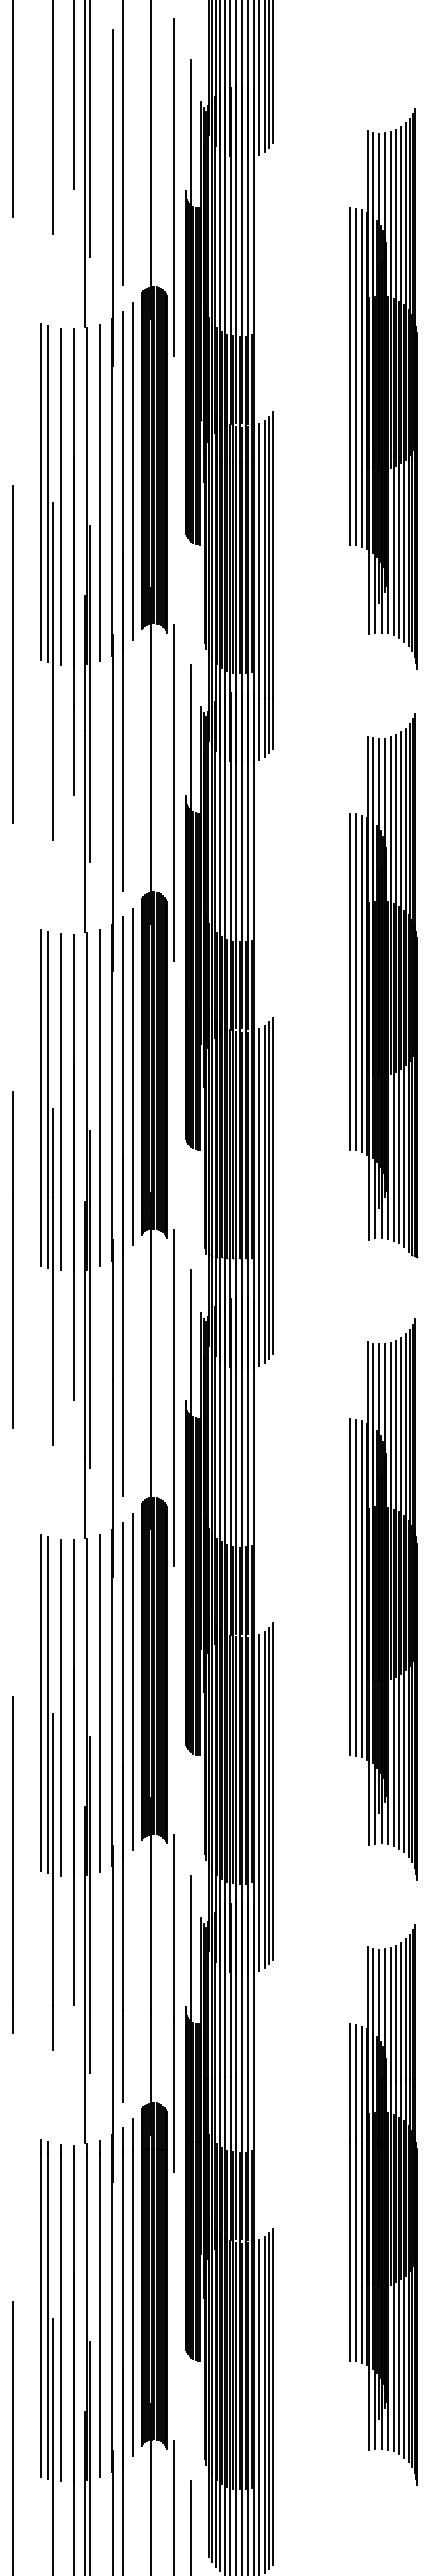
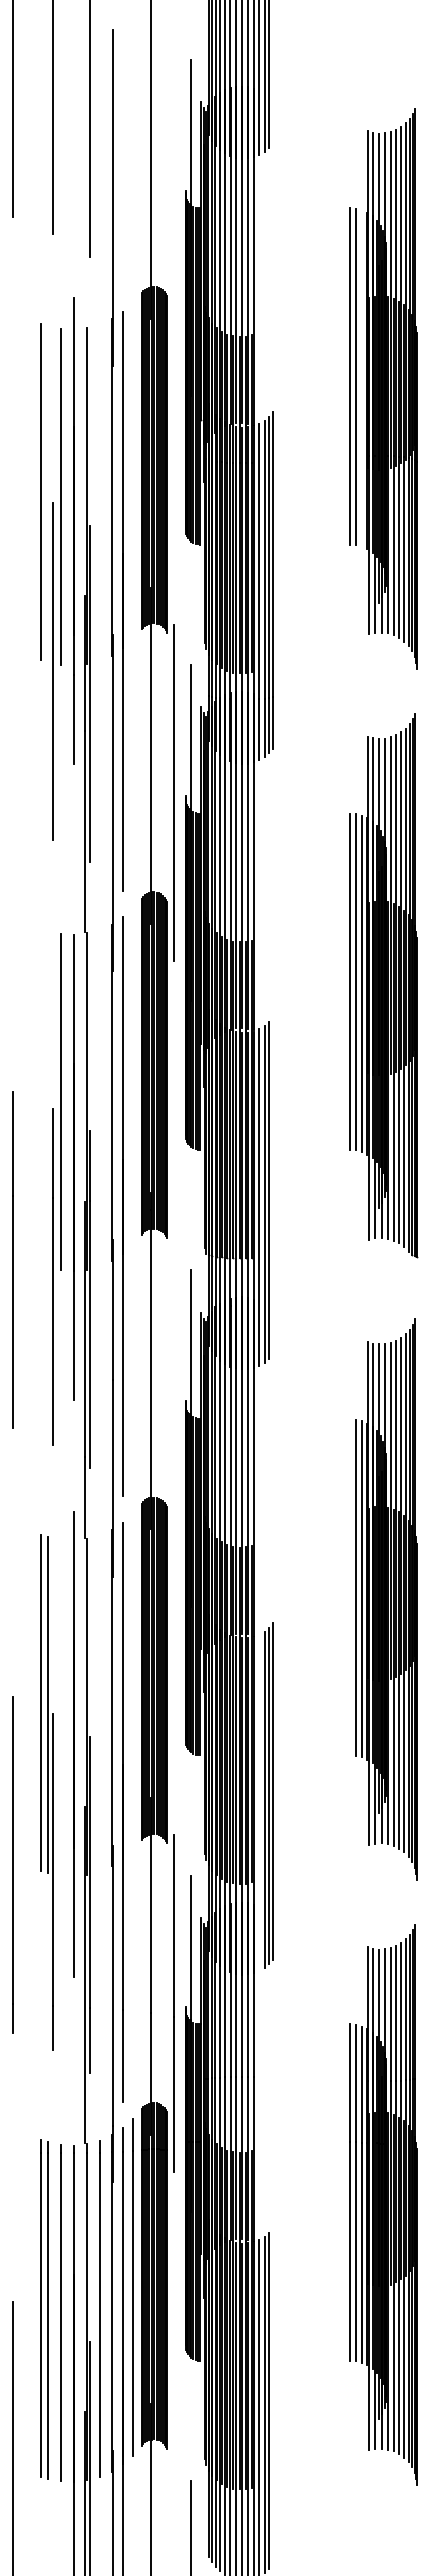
line at (273, 72): present -> none
line at (73, 95): present -> none
line at (123, 143): present -> none
line at (84, 164): present -> none
line at (174, 187): present -> none
line at (361, 378): present -> none
line at (133, 471): present -> none
line at (100, 492): present -> none
line at (48, 494): present -> none
line at (73, 561) position: (73, 561) -> (73, 530)
line at (13, 654): present -> none
line at (133, 1076): present -> none
line at (41, 1097): present -> none
line at (99, 1097): present -> none
line at (48, 1099): present -> none
line at (273, 1185): present -> none
line at (174, 1398): present -> none
line at (349, 1587): present -> none
line at (133, 1682): present -> none
line at (100, 1703): present -> none
line at (61, 1707): present -> none
line at (73, 1772) position: (73, 1772) -> (73, 1744)
line at (259, 1802): present -> none
line at (273, 2396): present -> none
line at (53, 2445): present -> none
line at (174, 2506): present -> none
